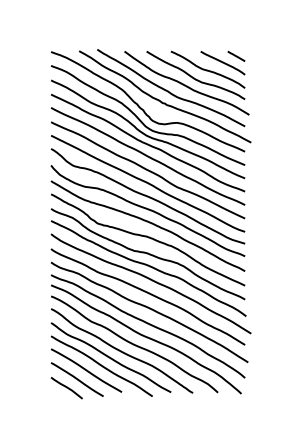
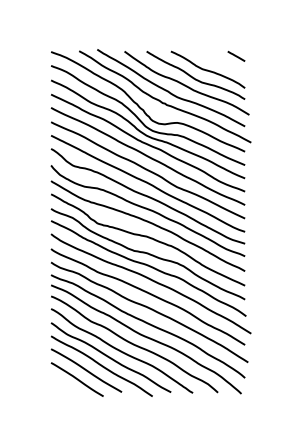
line at (222, 63): present -> none
curve at (66, 388): present -> none
